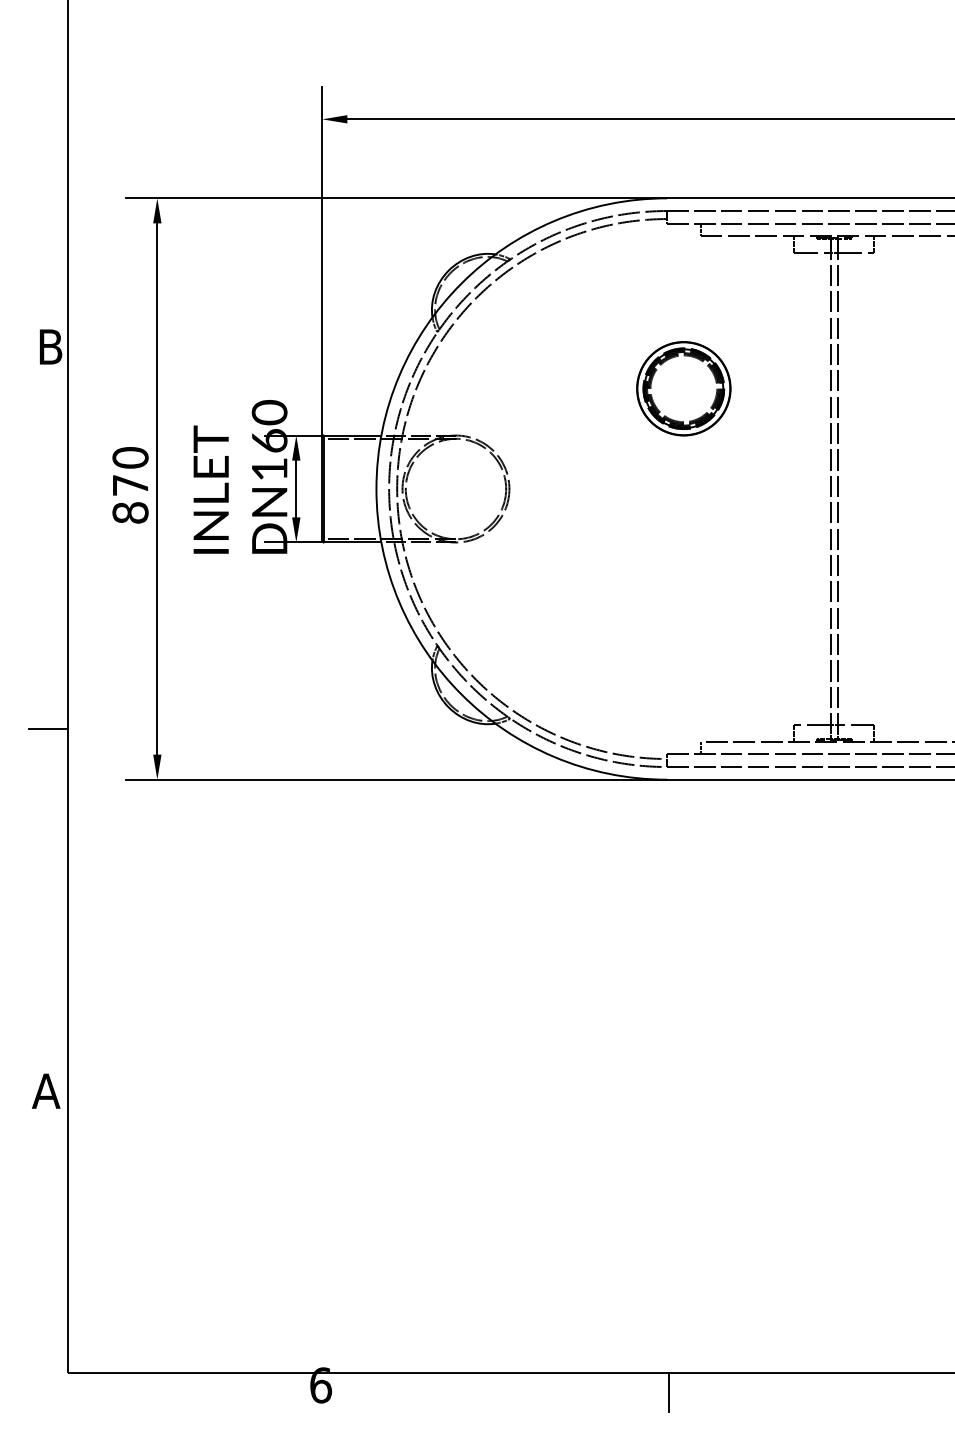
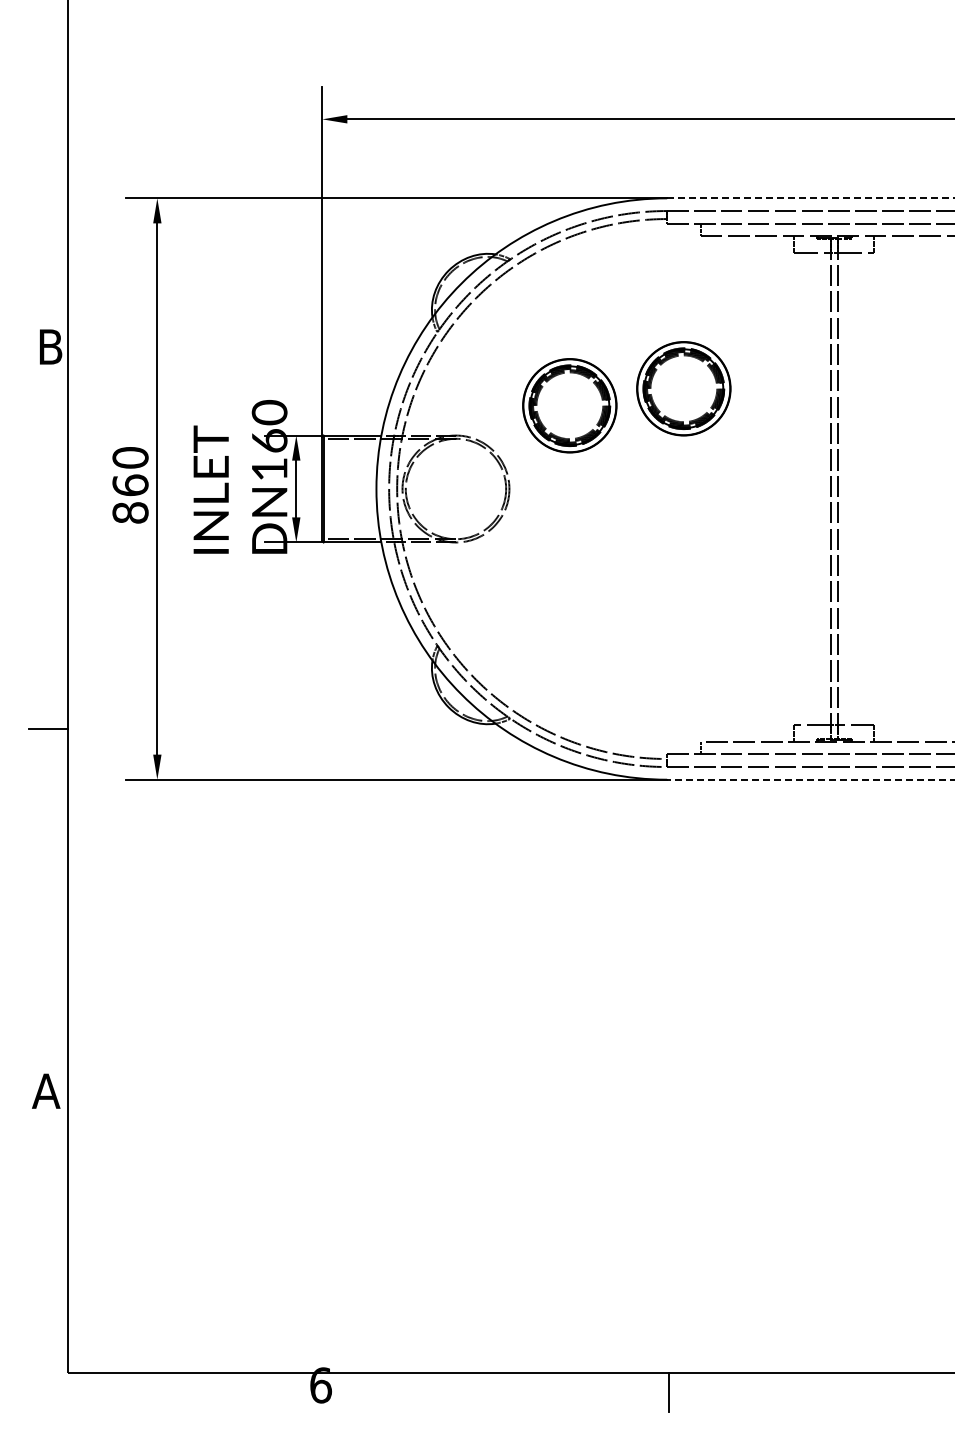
line at (811, 198): solid -> dashed
part at (569, 405): none -> present
text at (130, 485): 870 -> 860
line at (811, 779): solid -> dashed
